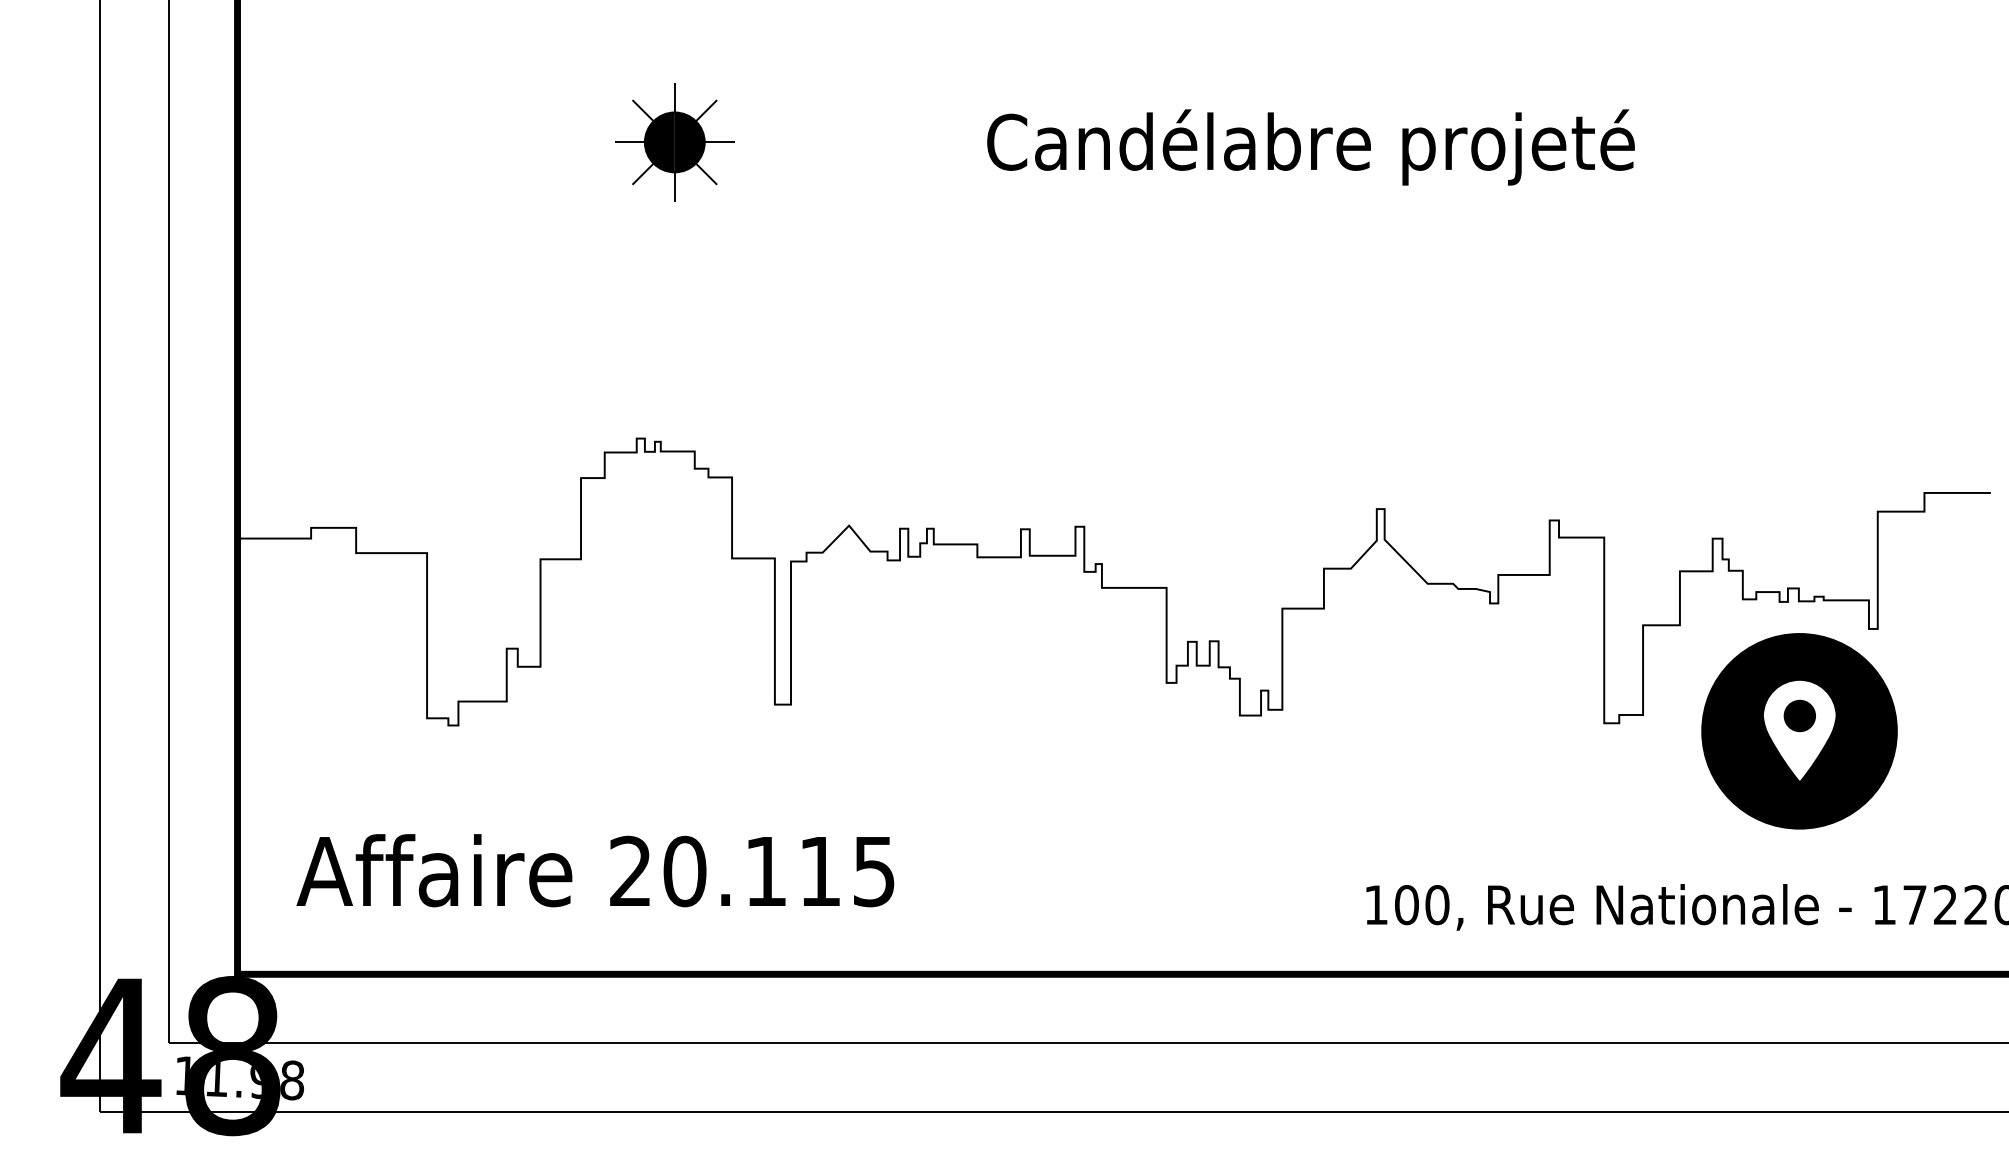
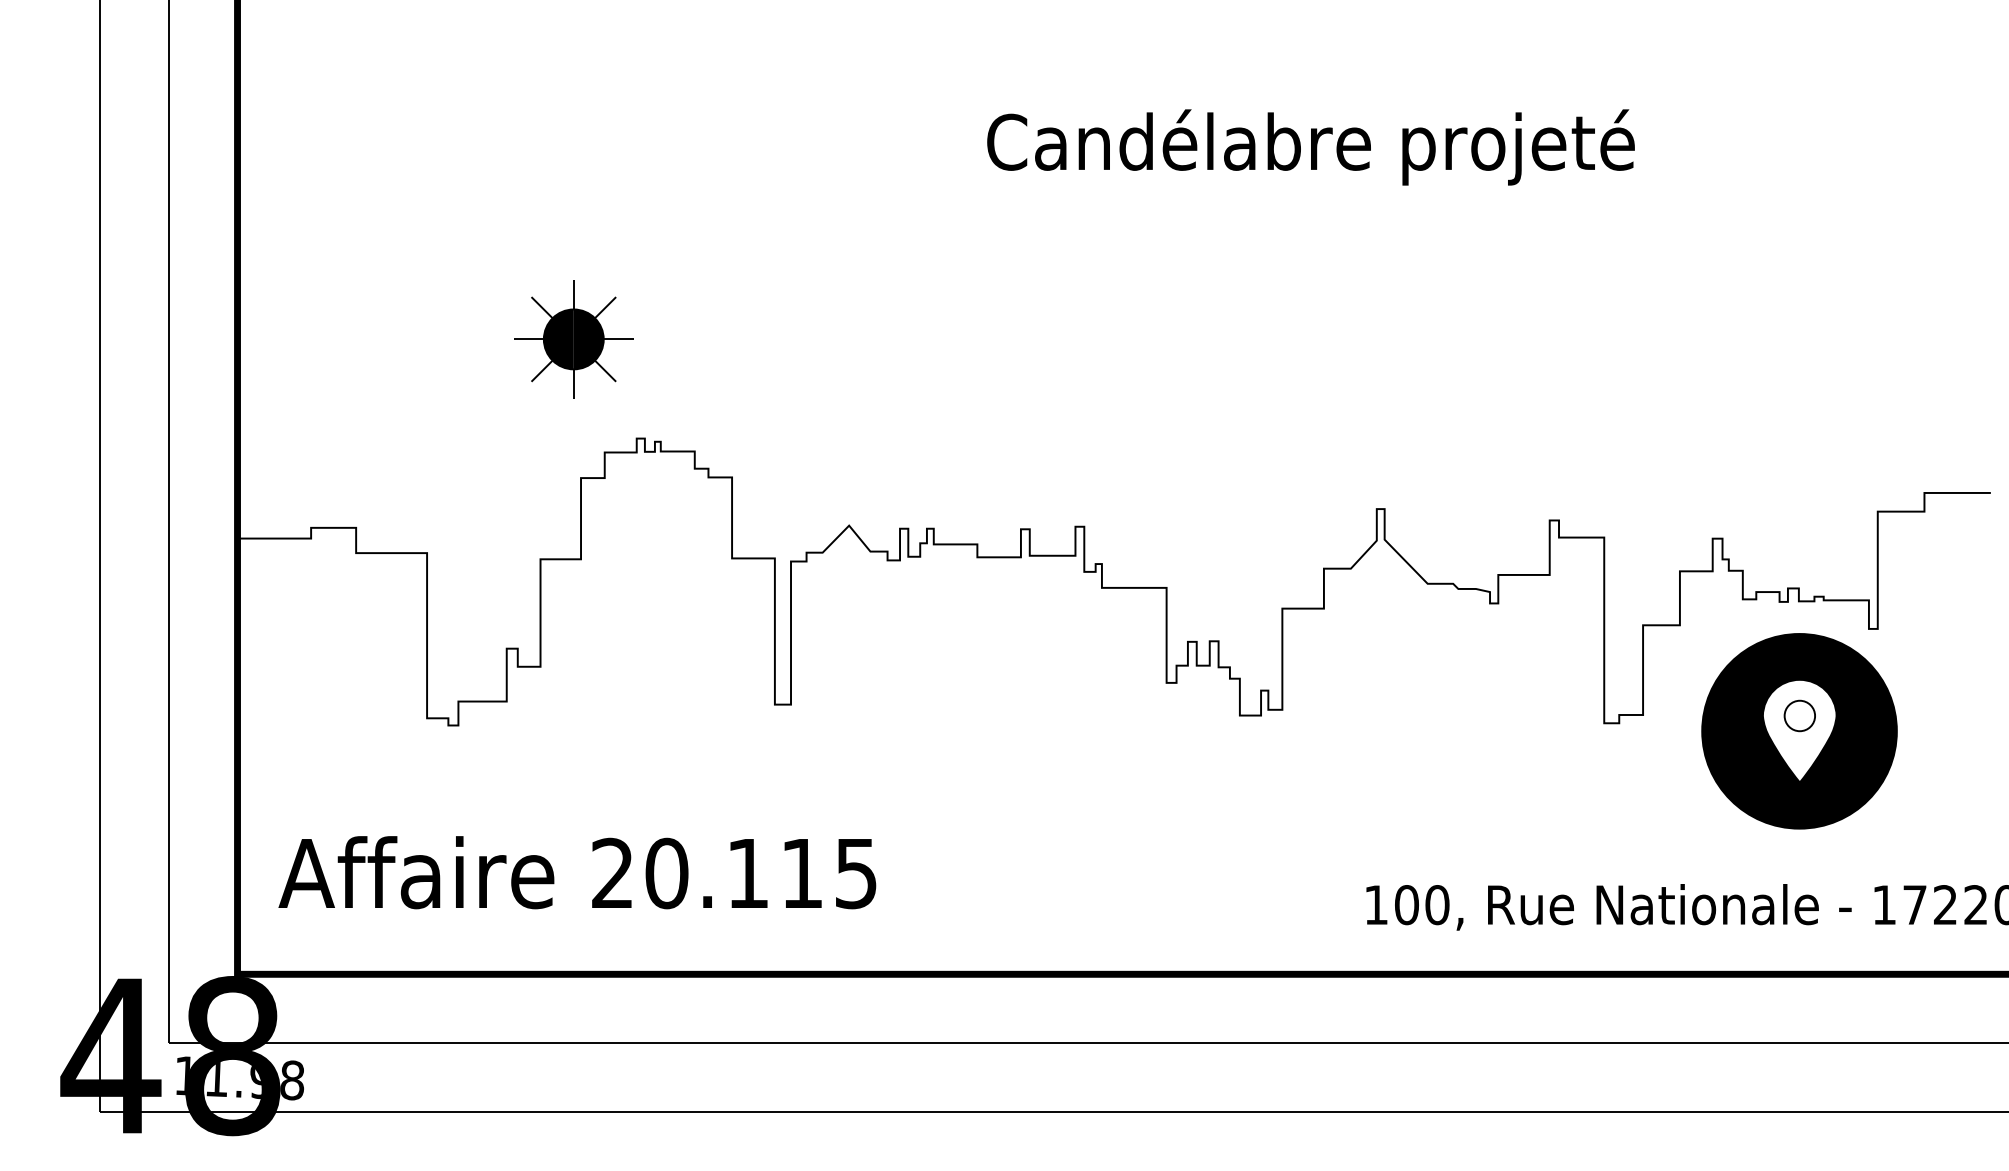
part at (674, 142) position: (674, 142) -> (573, 339)
fill at (1799, 715): present -> none
text at (595, 870) position: (595, 870) -> (577, 872)
